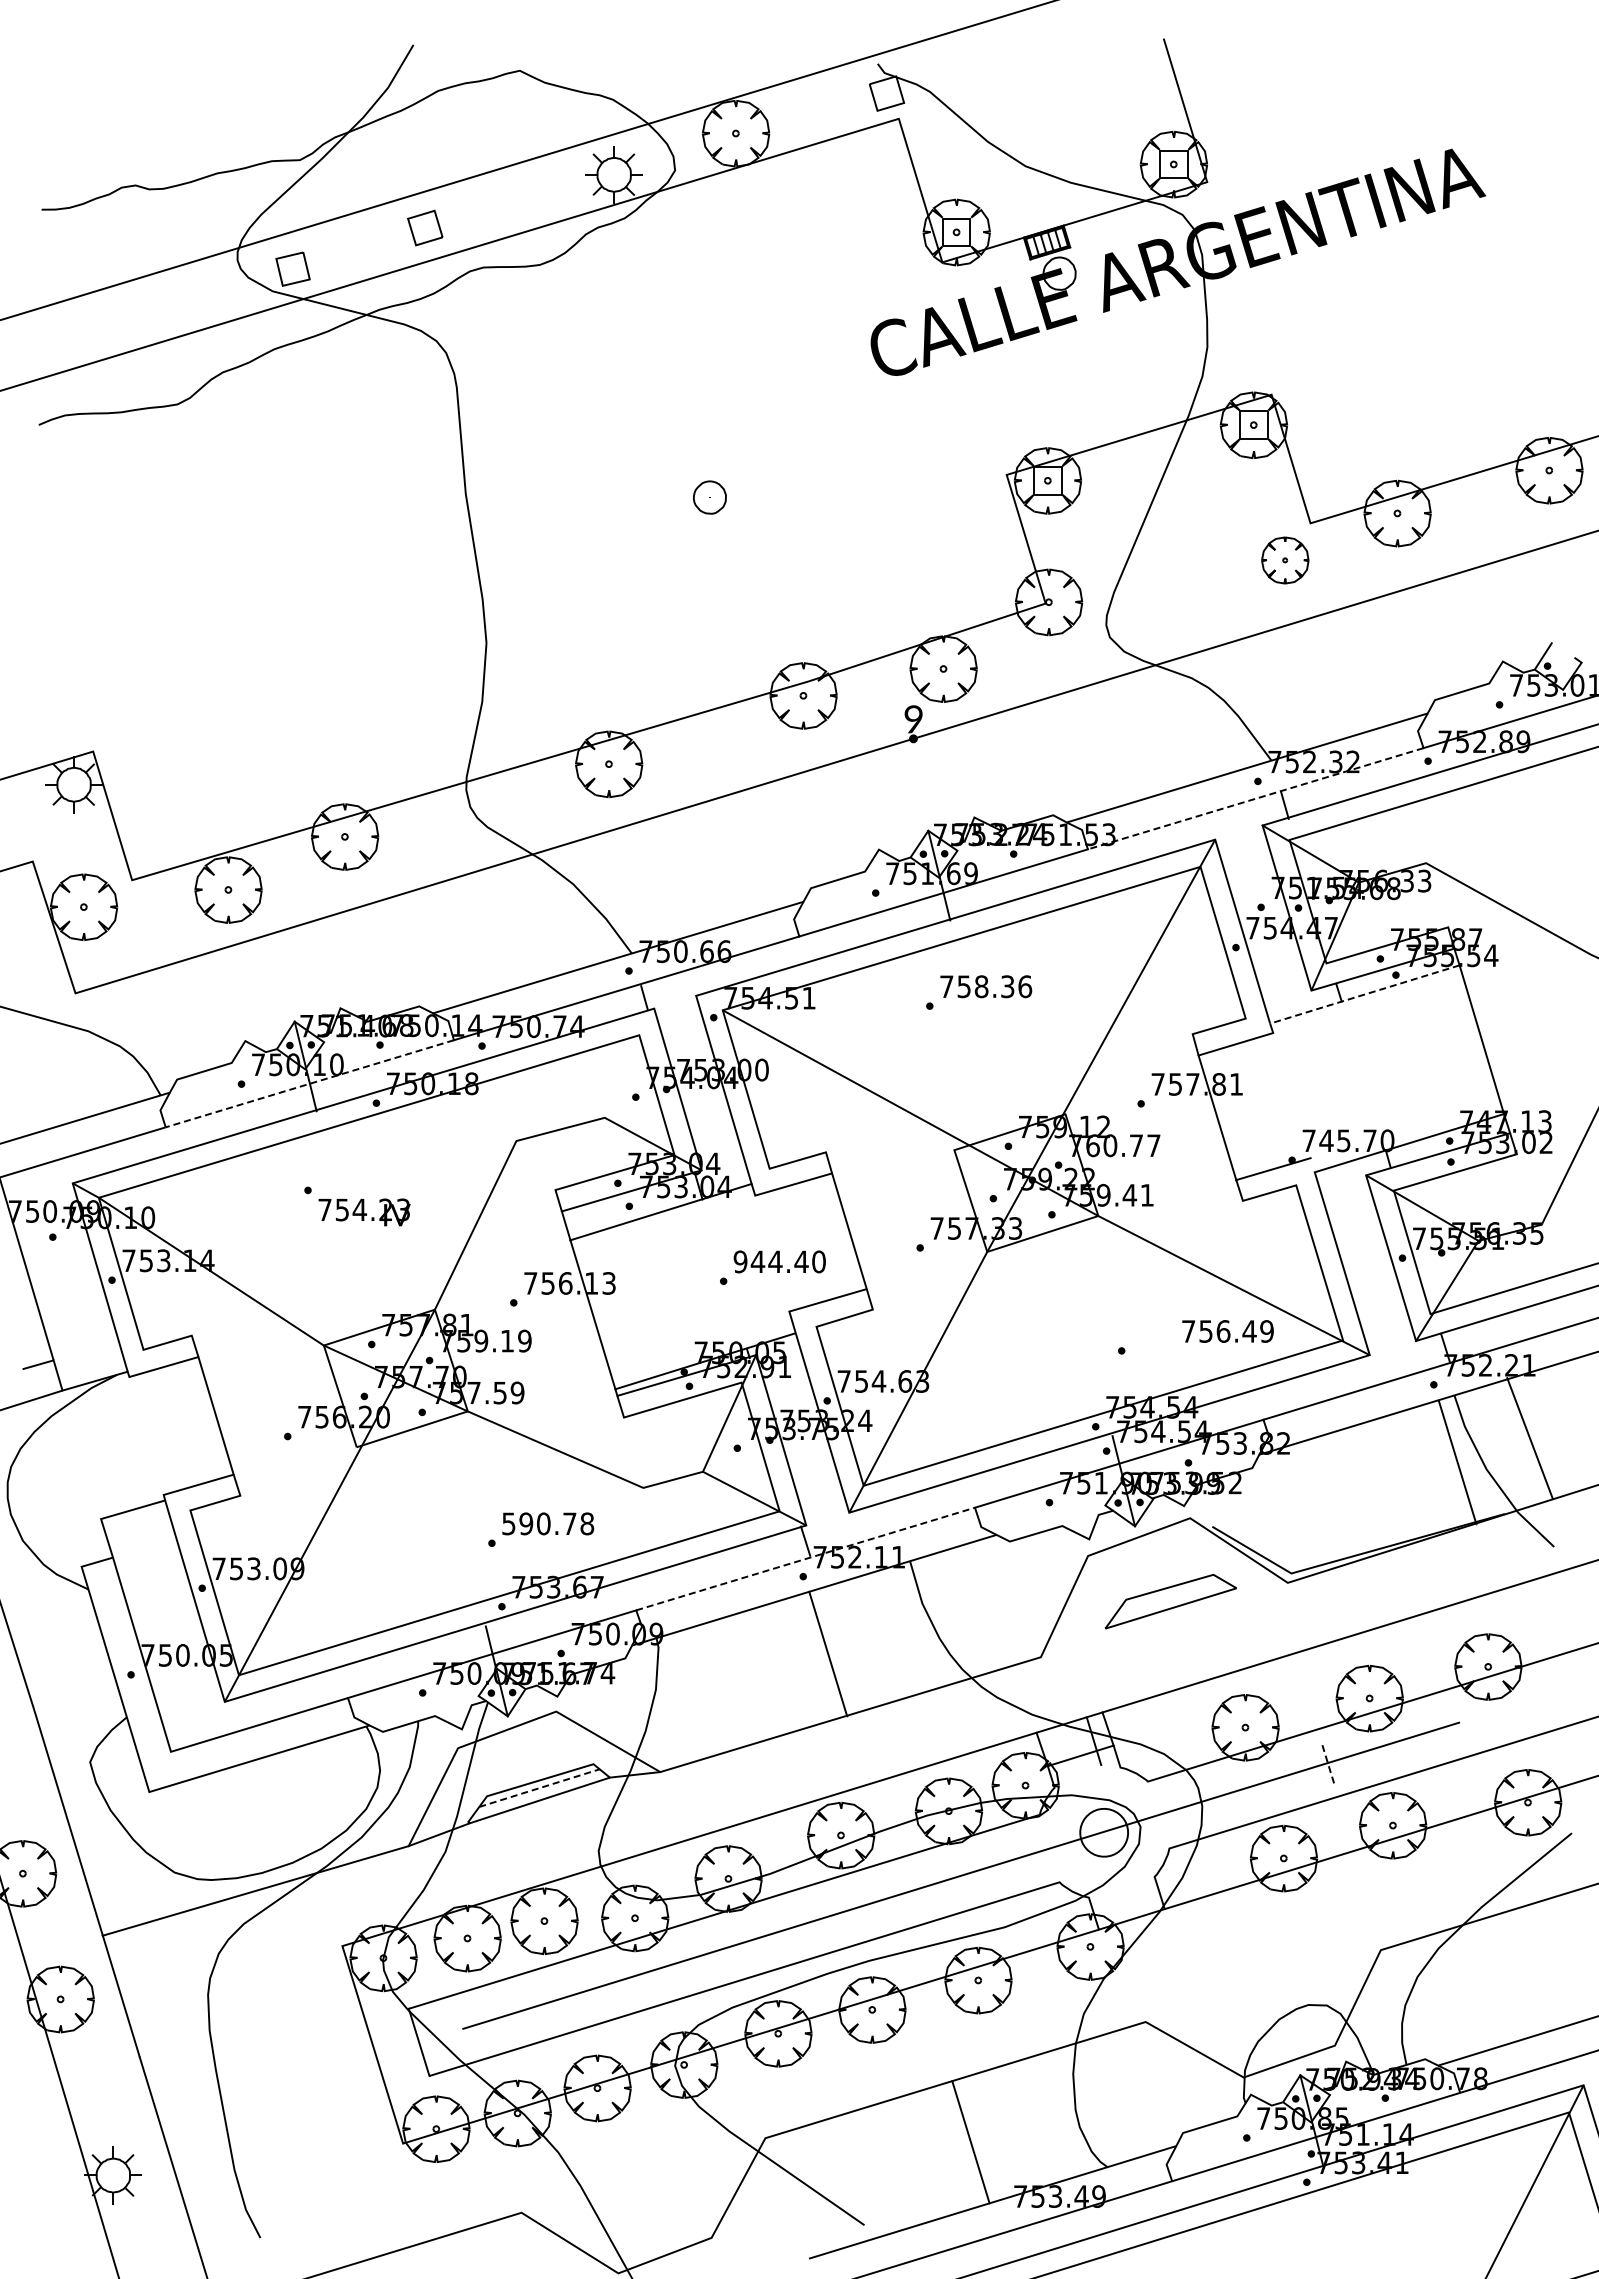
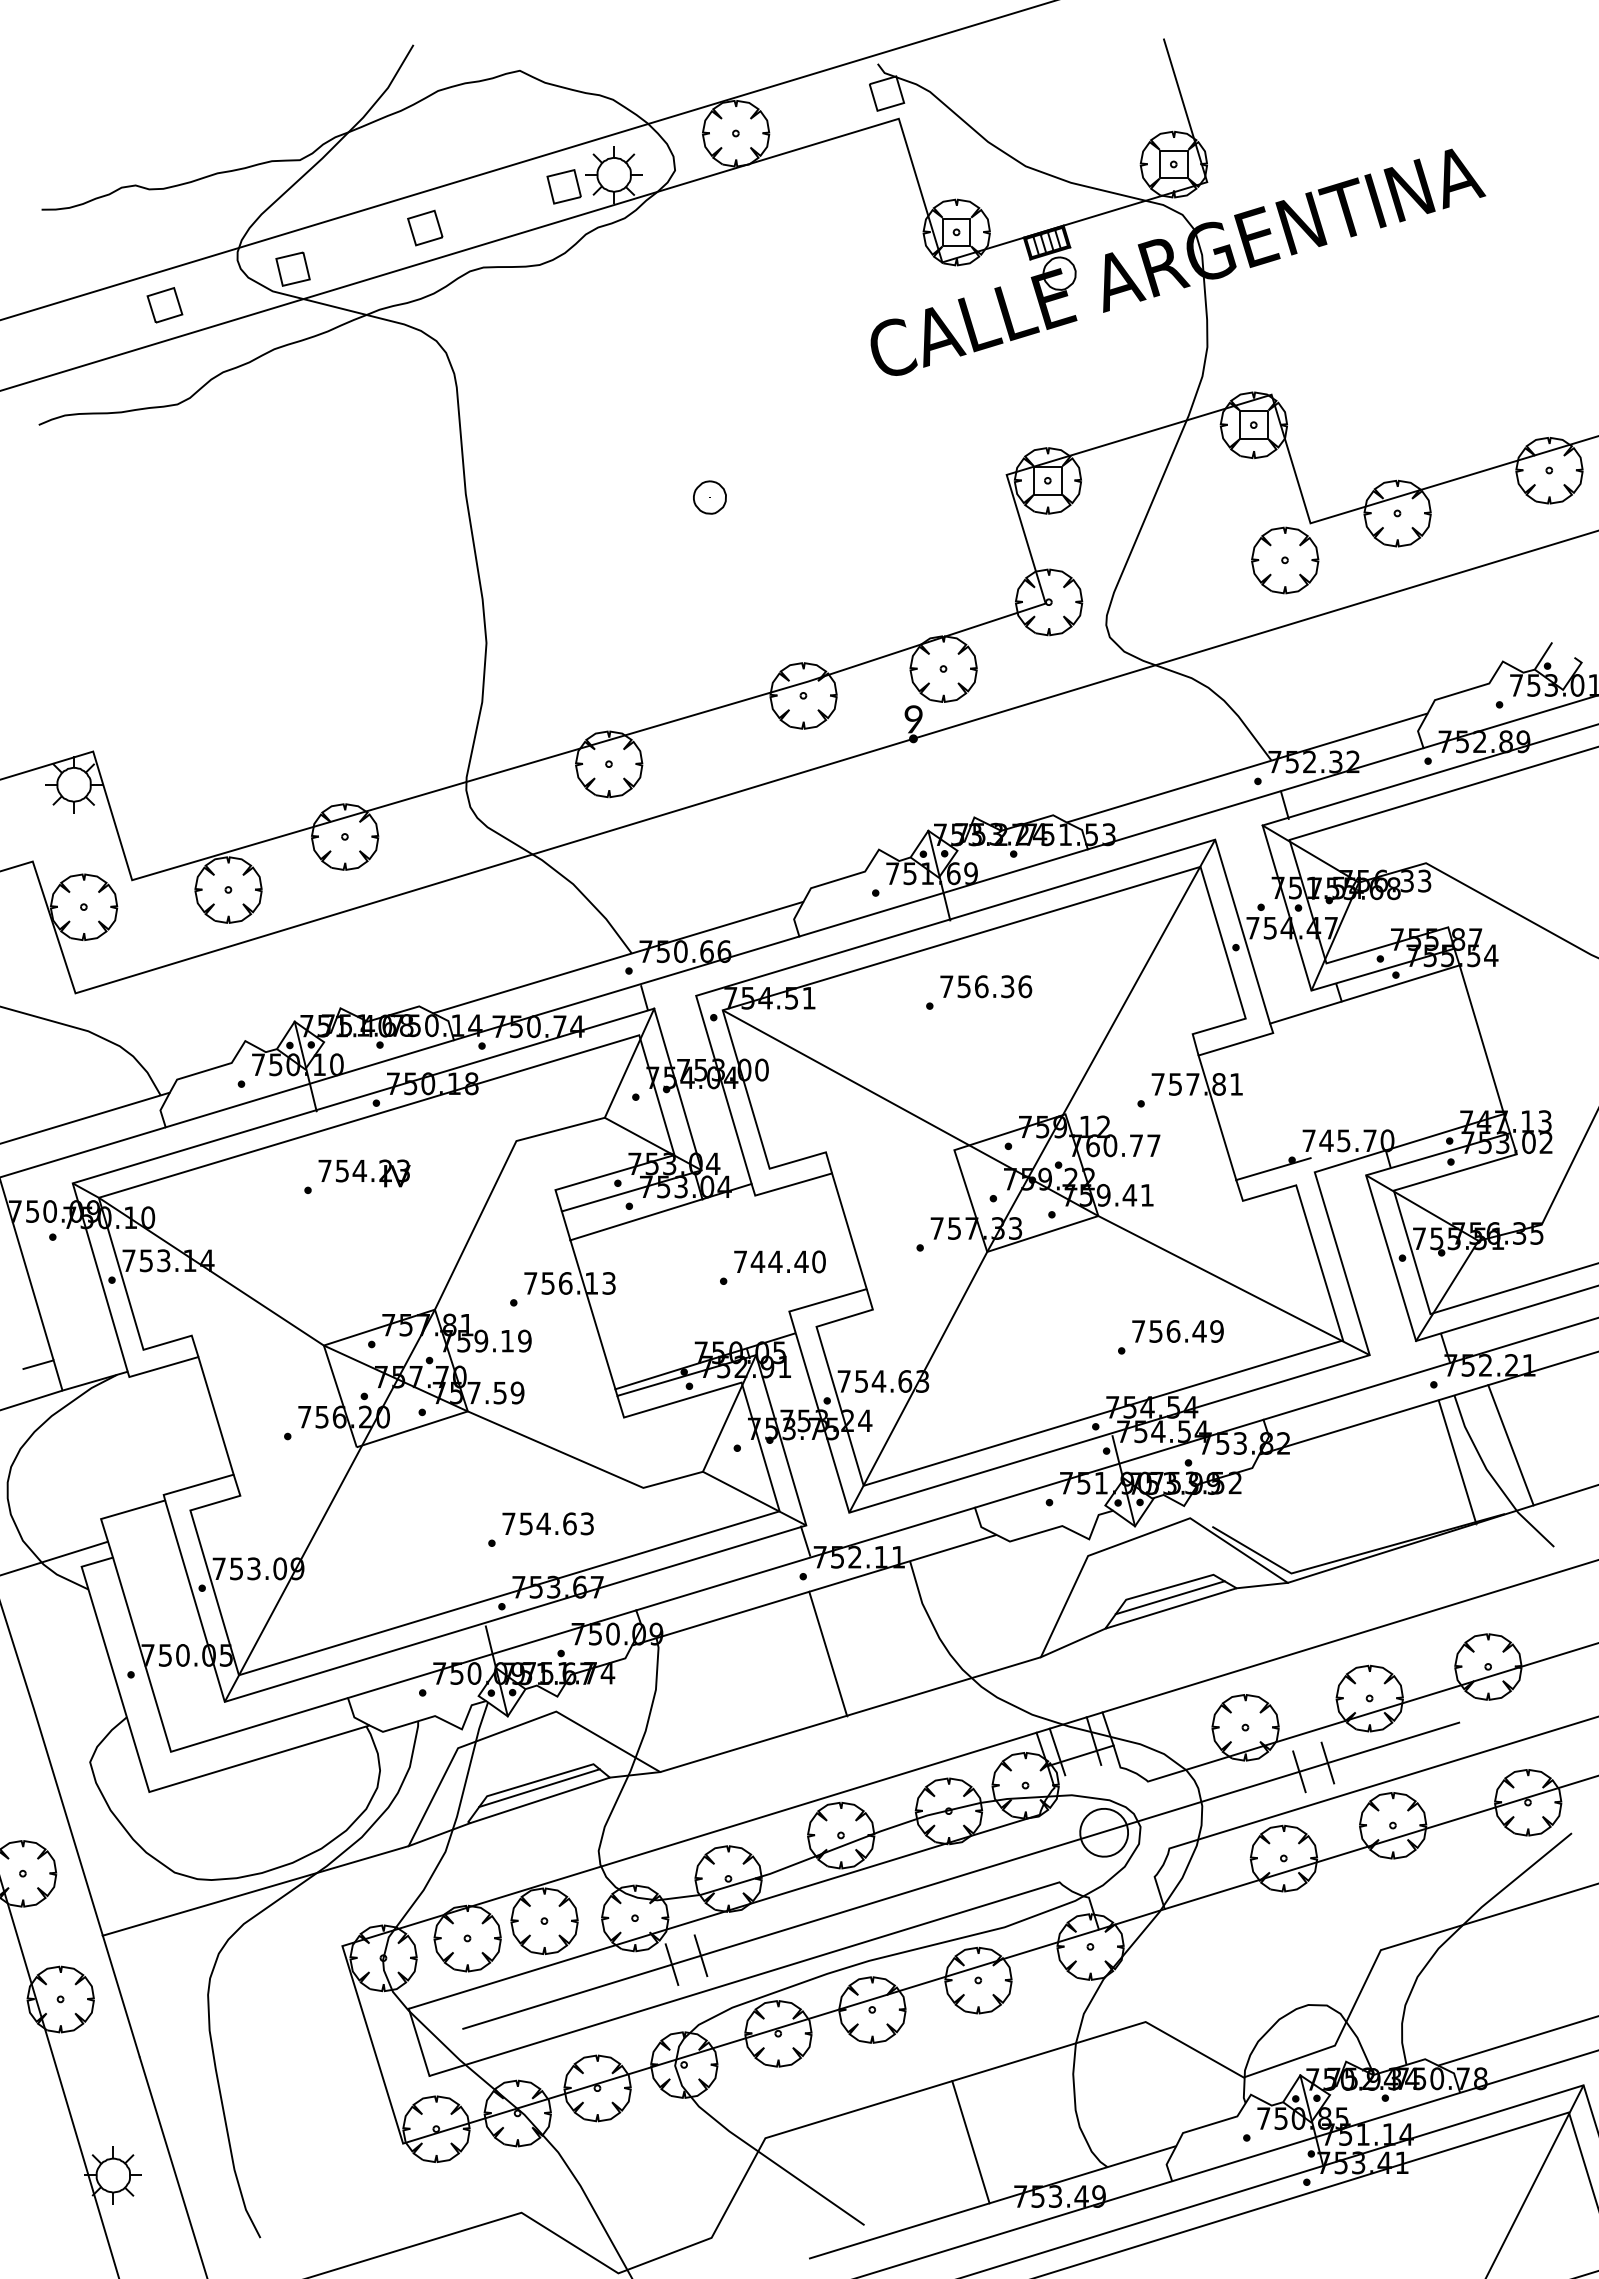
part at (563, 186): none -> present
part at (164, 305): none -> present
part at (1285, 560) size: 49x49 px -> 69x69 px
line at (1255, 798): dashed -> solid
text at (981, 986): 758.36 -> 756.36
line at (1364, 994): dashed -> solid
line at (629, 1062): none -> present
line at (309, 1083): dashed -> solid
text at (364, 1212) position: (364, 1212) -> (364, 1173)
text at (740, 1261): 944.40 -> 744.40
text at (1227, 1331) position: (1227, 1331) -> (1177, 1331)
line at (1529, 1438) position: (1529, 1438) -> (1510, 1445)
text at (548, 1523): 590.78 -> 754.63
line at (54, 1557): none -> present
line at (805, 1559): dashed -> solid
line at (1261, 1585): none -> present
line at (1169, 1597): none -> present
line at (1072, 1642): none -> present
line at (1057, 1751): none -> present
line at (1327, 1762): dashed -> solid
line at (1299, 1771): none -> present
line at (539, 1788): dashed -> solid
line at (700, 1955): none -> present
line at (671, 1964): none -> present
